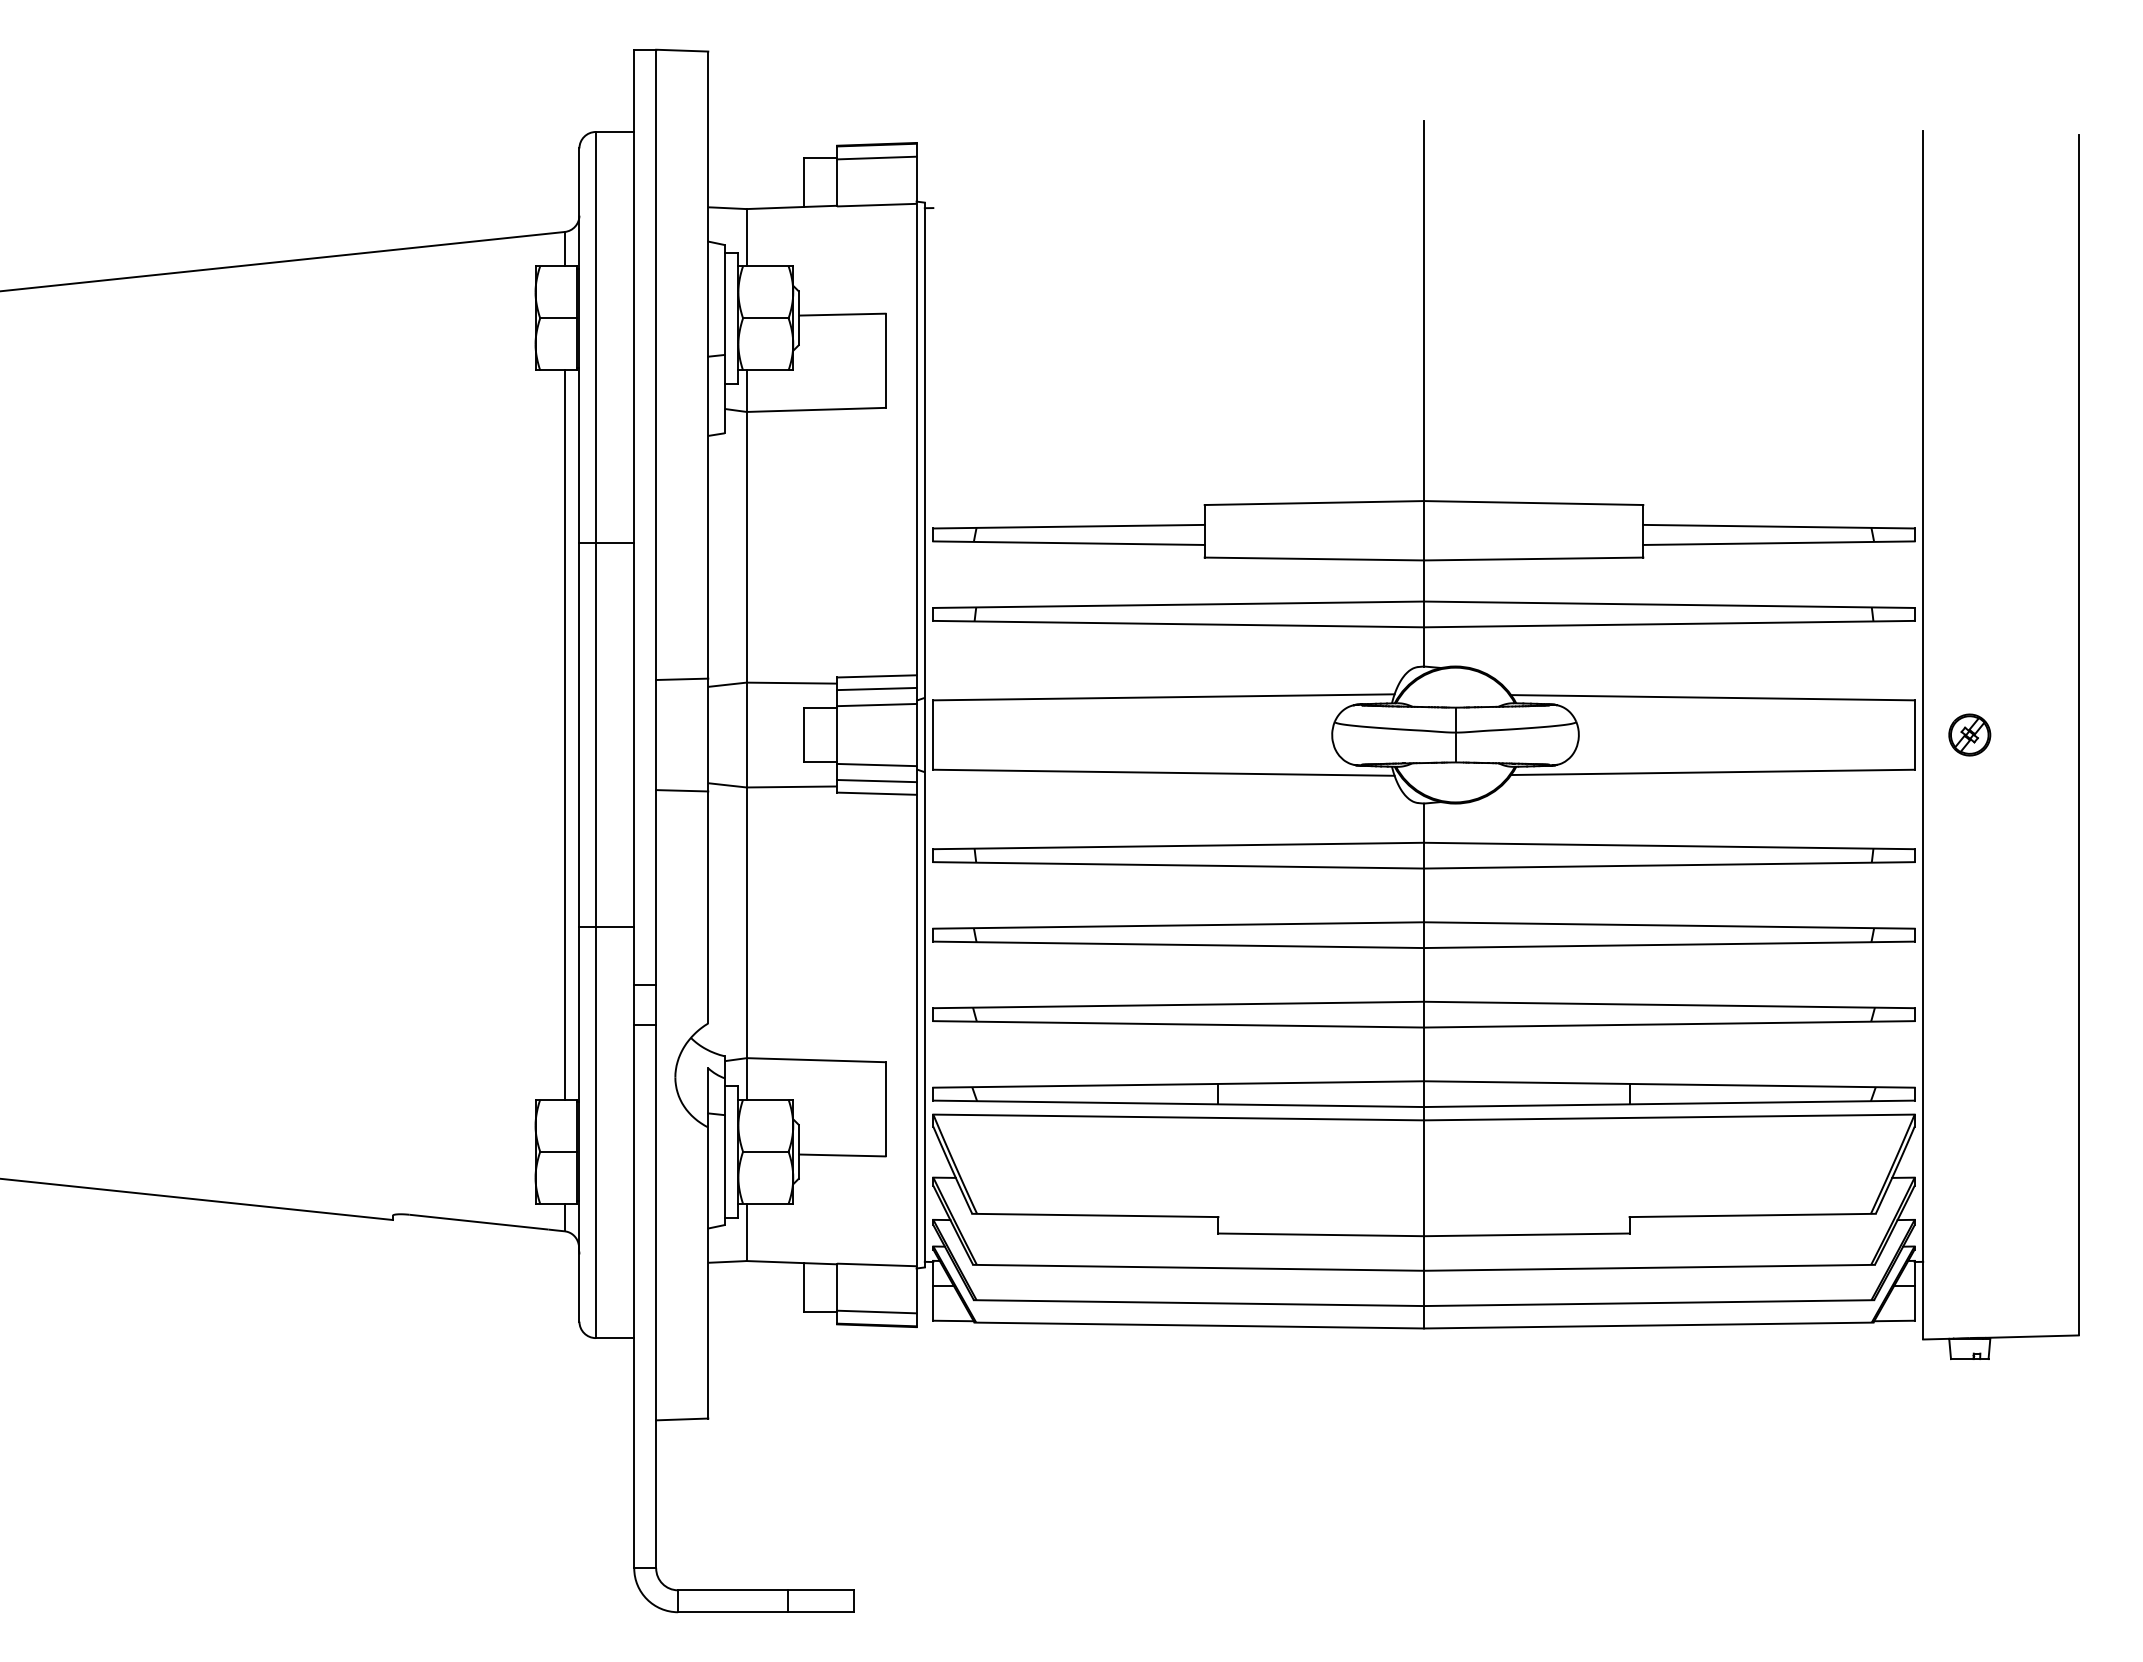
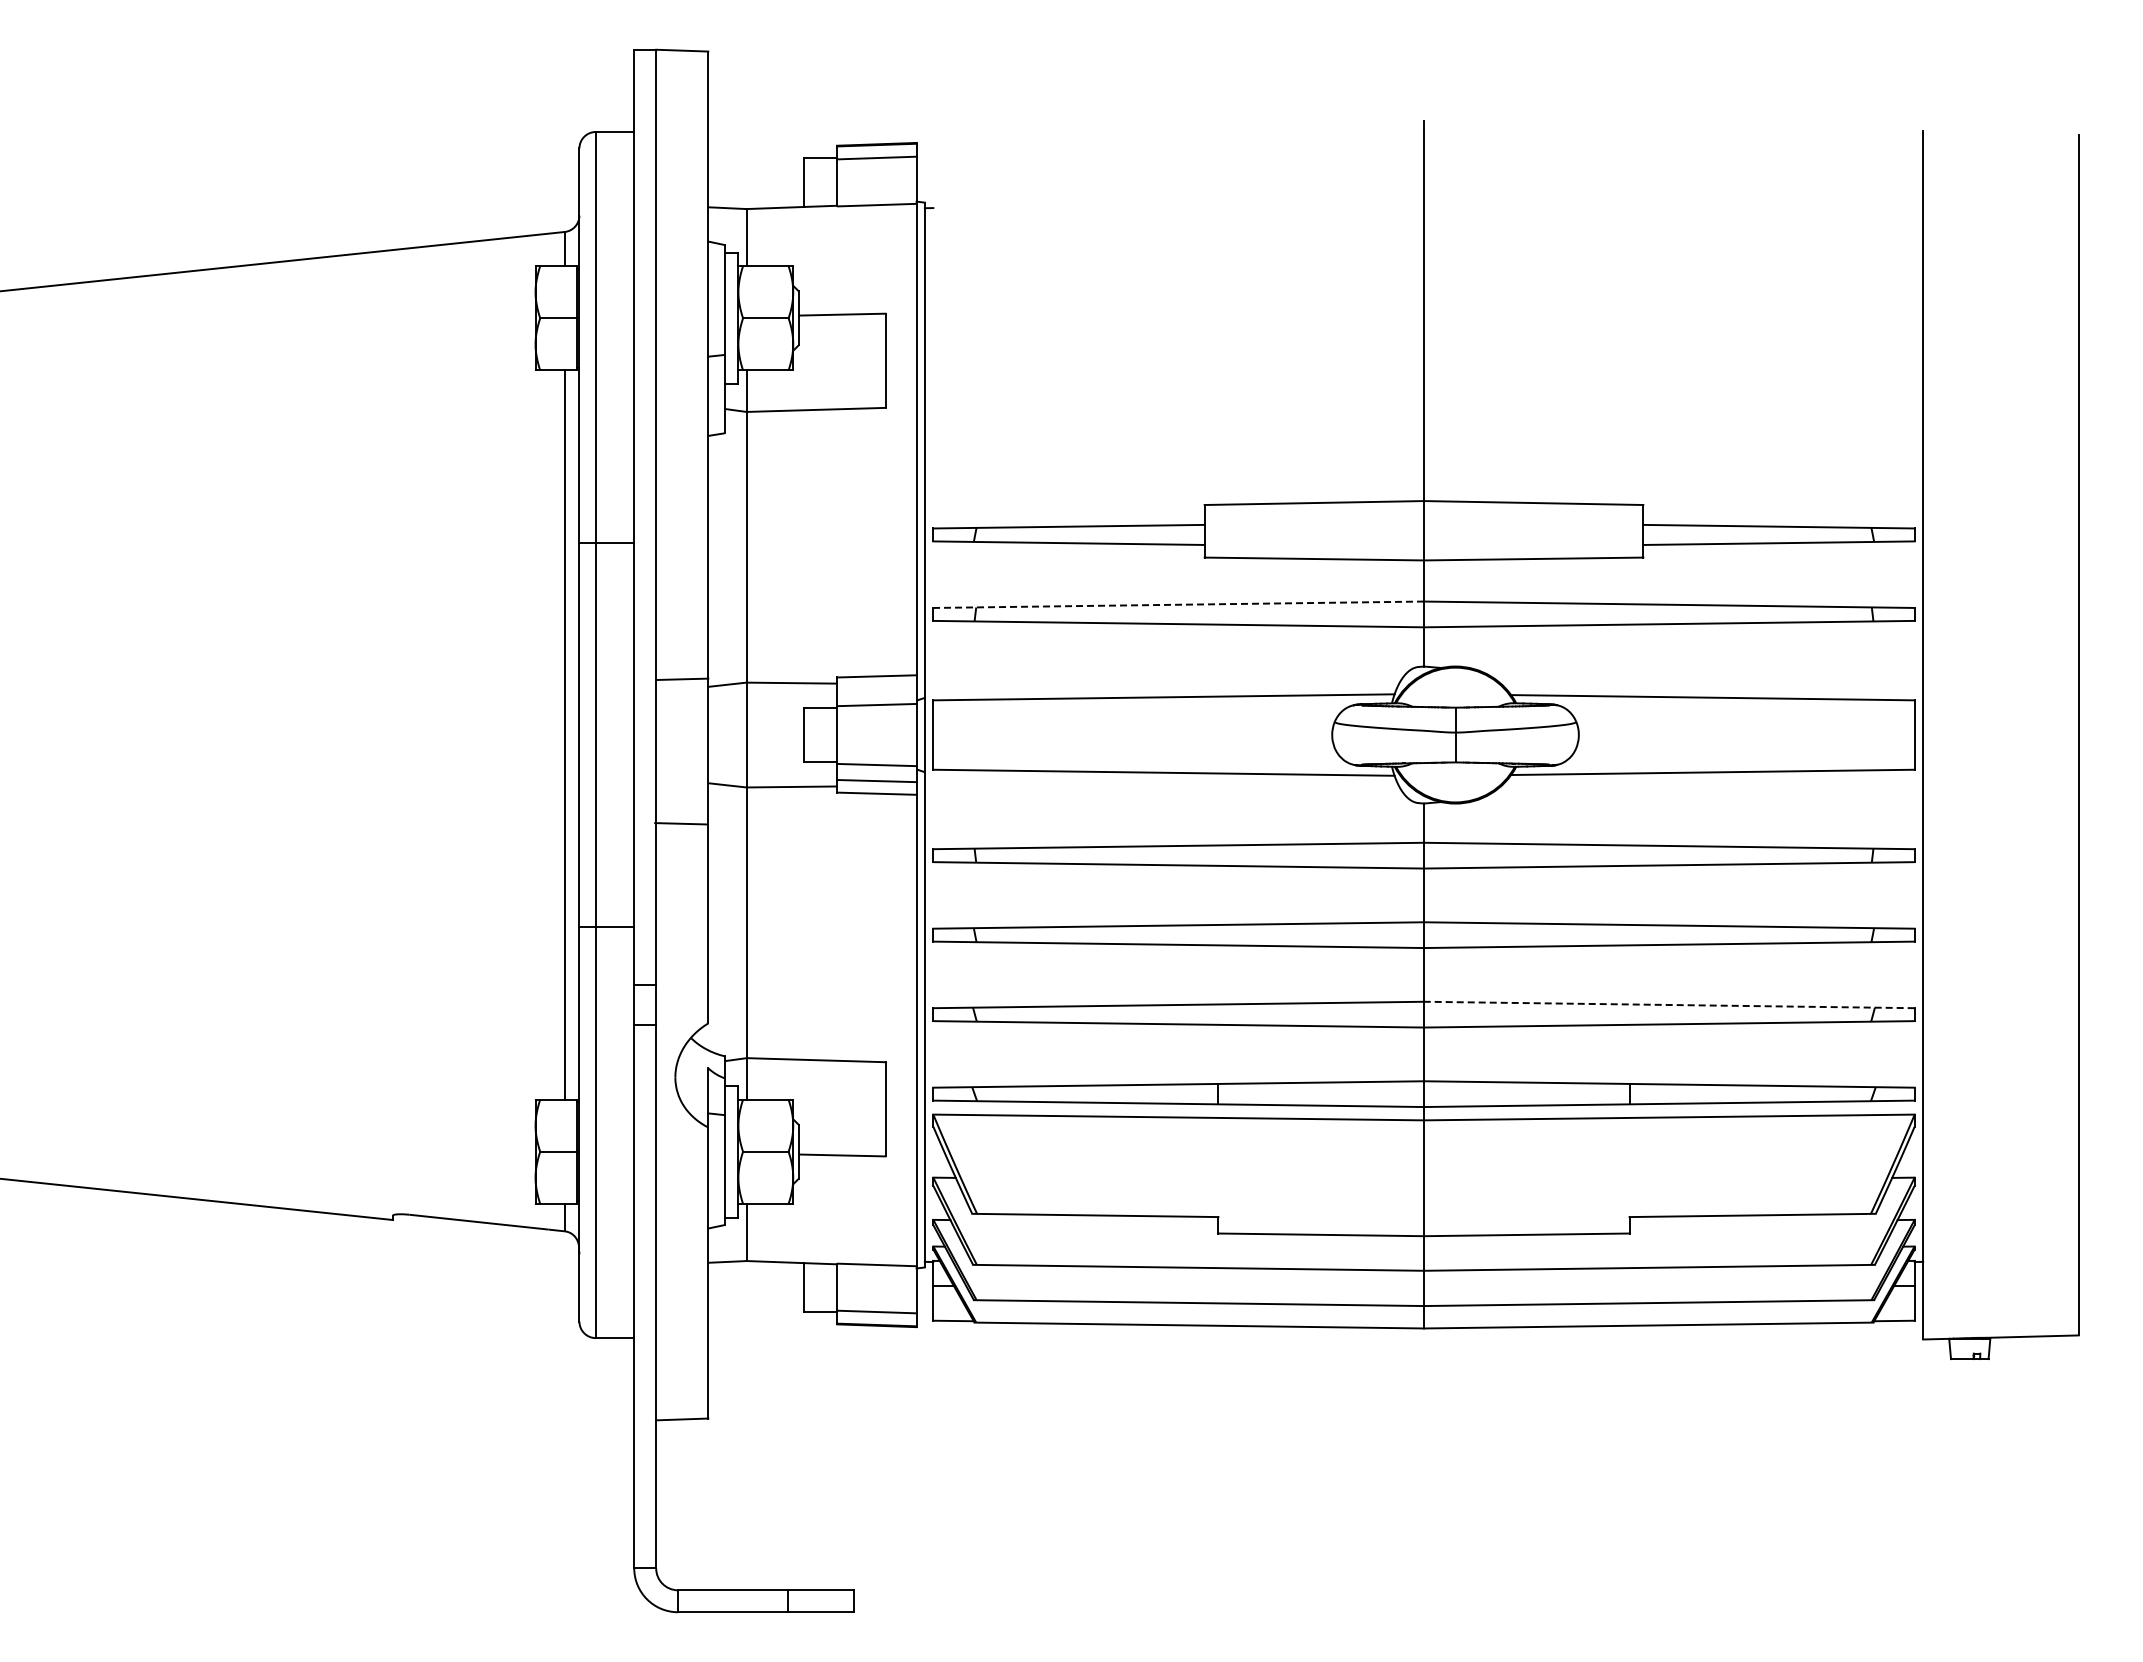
line at (1178, 604): solid -> dashed
line at (876, 688): present -> none
part at (1969, 734): present -> none
line at (682, 790) position: (682, 790) -> (681, 823)
line at (1668, 1004): solid -> dashed
